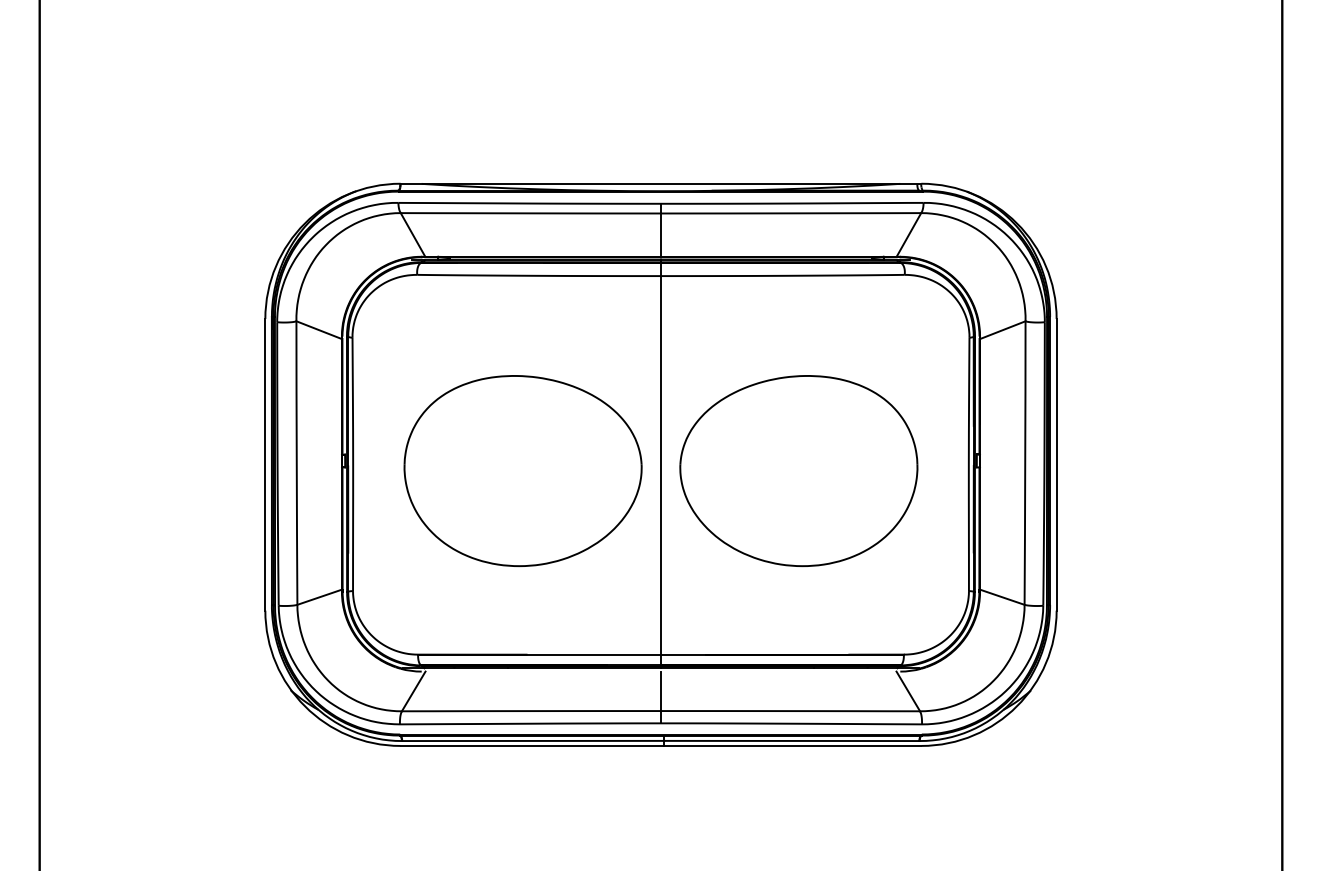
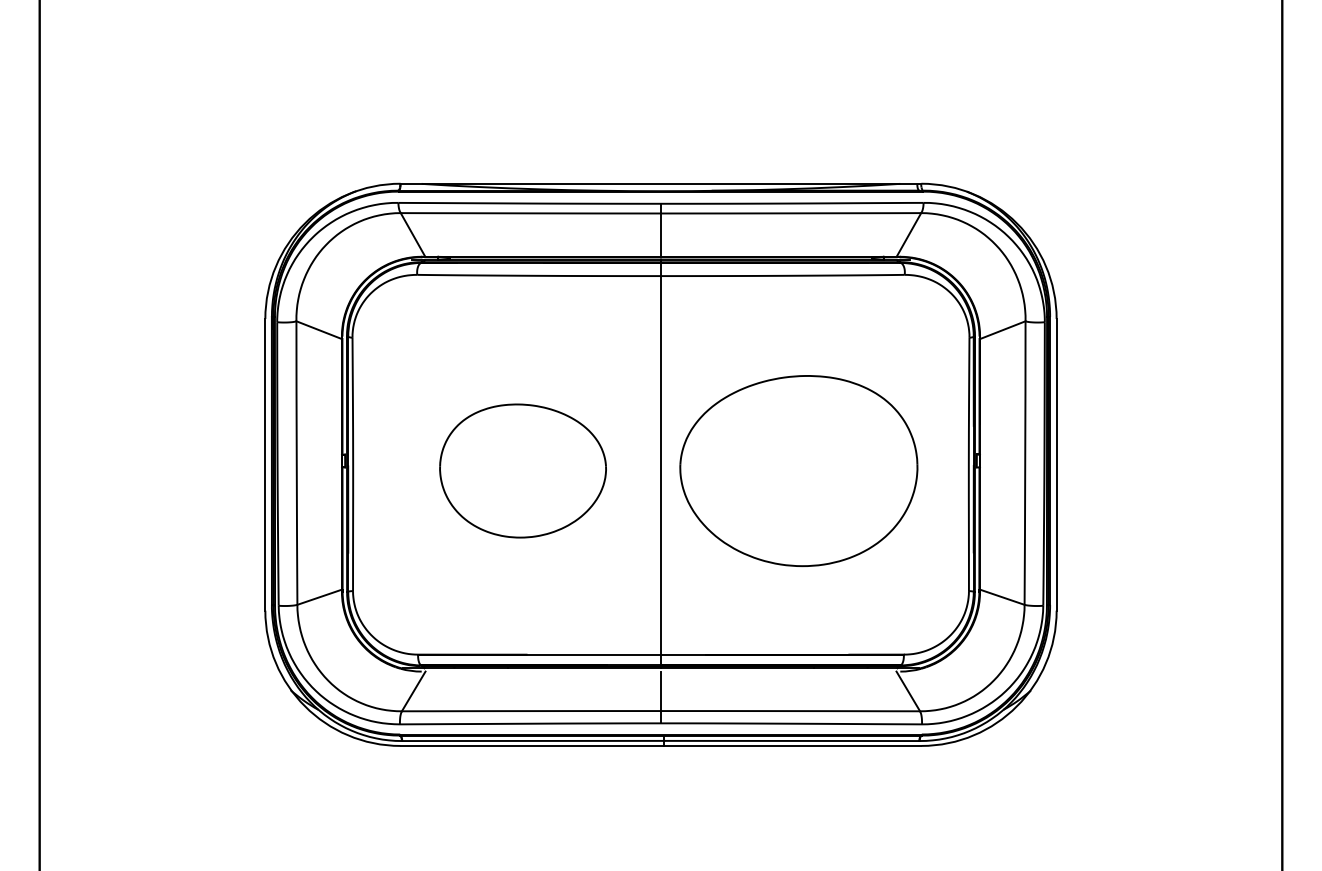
part at (522, 470) size: 240x192 px -> 168x136 px
